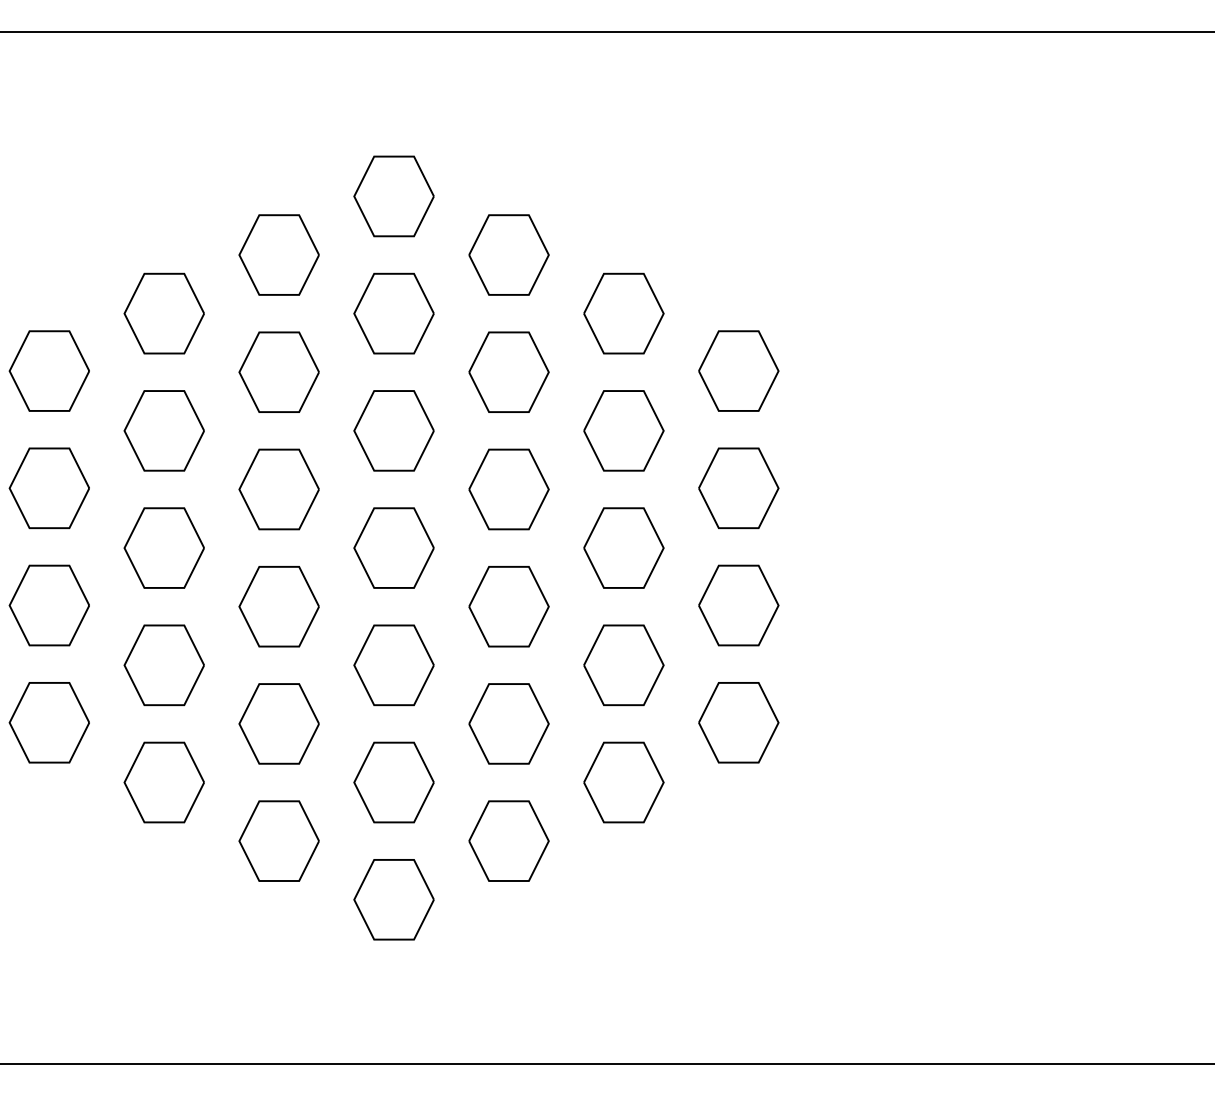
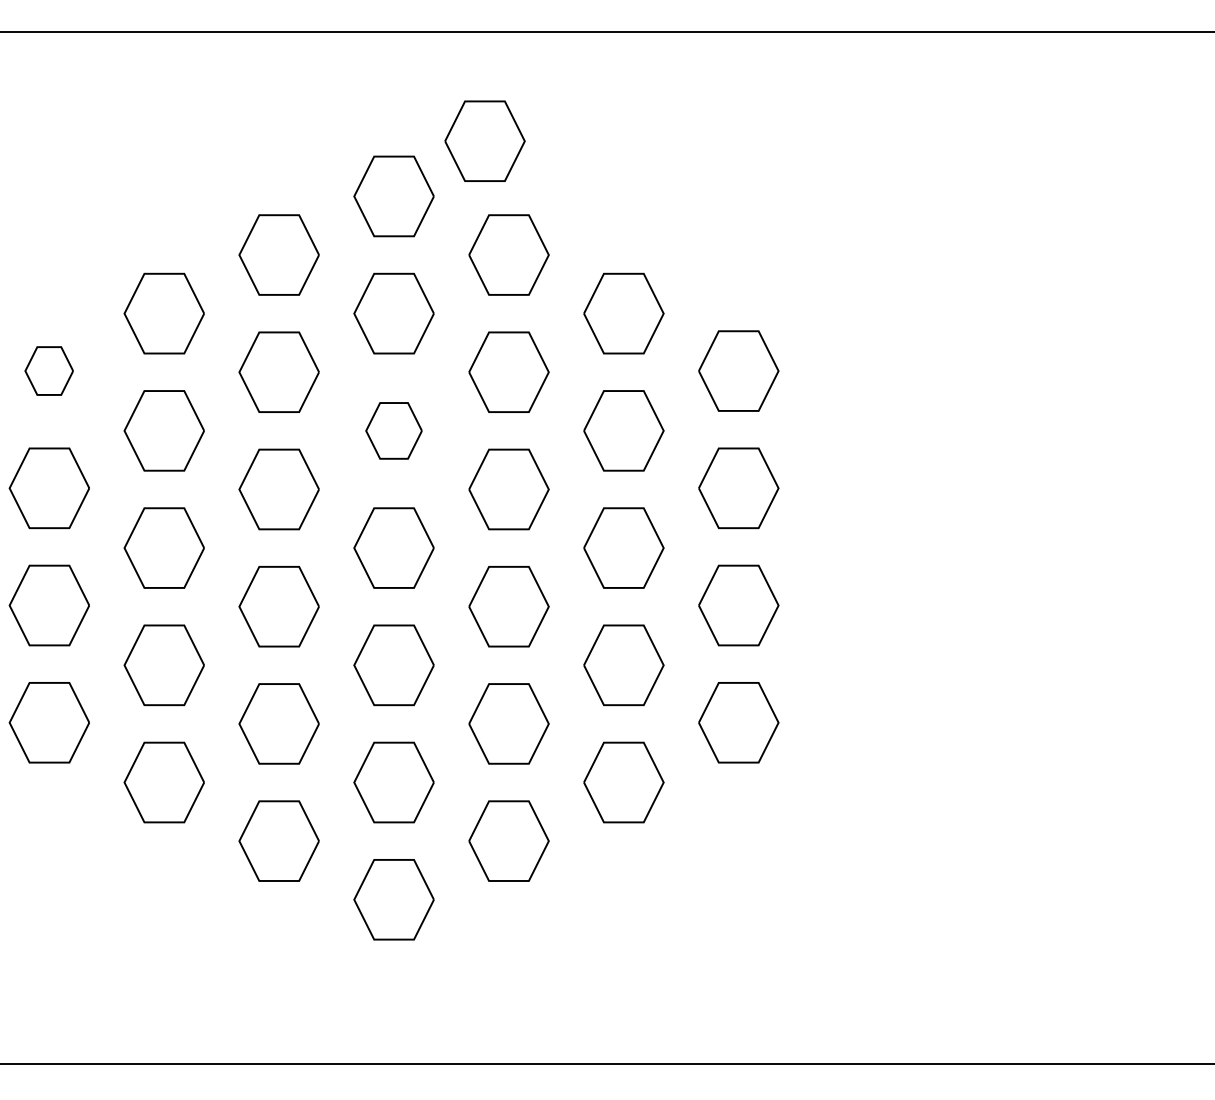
part at (484, 140): none -> present
part at (48, 370) size: 82x82 px -> 50x50 px
part at (393, 430) size: 82x82 px -> 58x58 px
